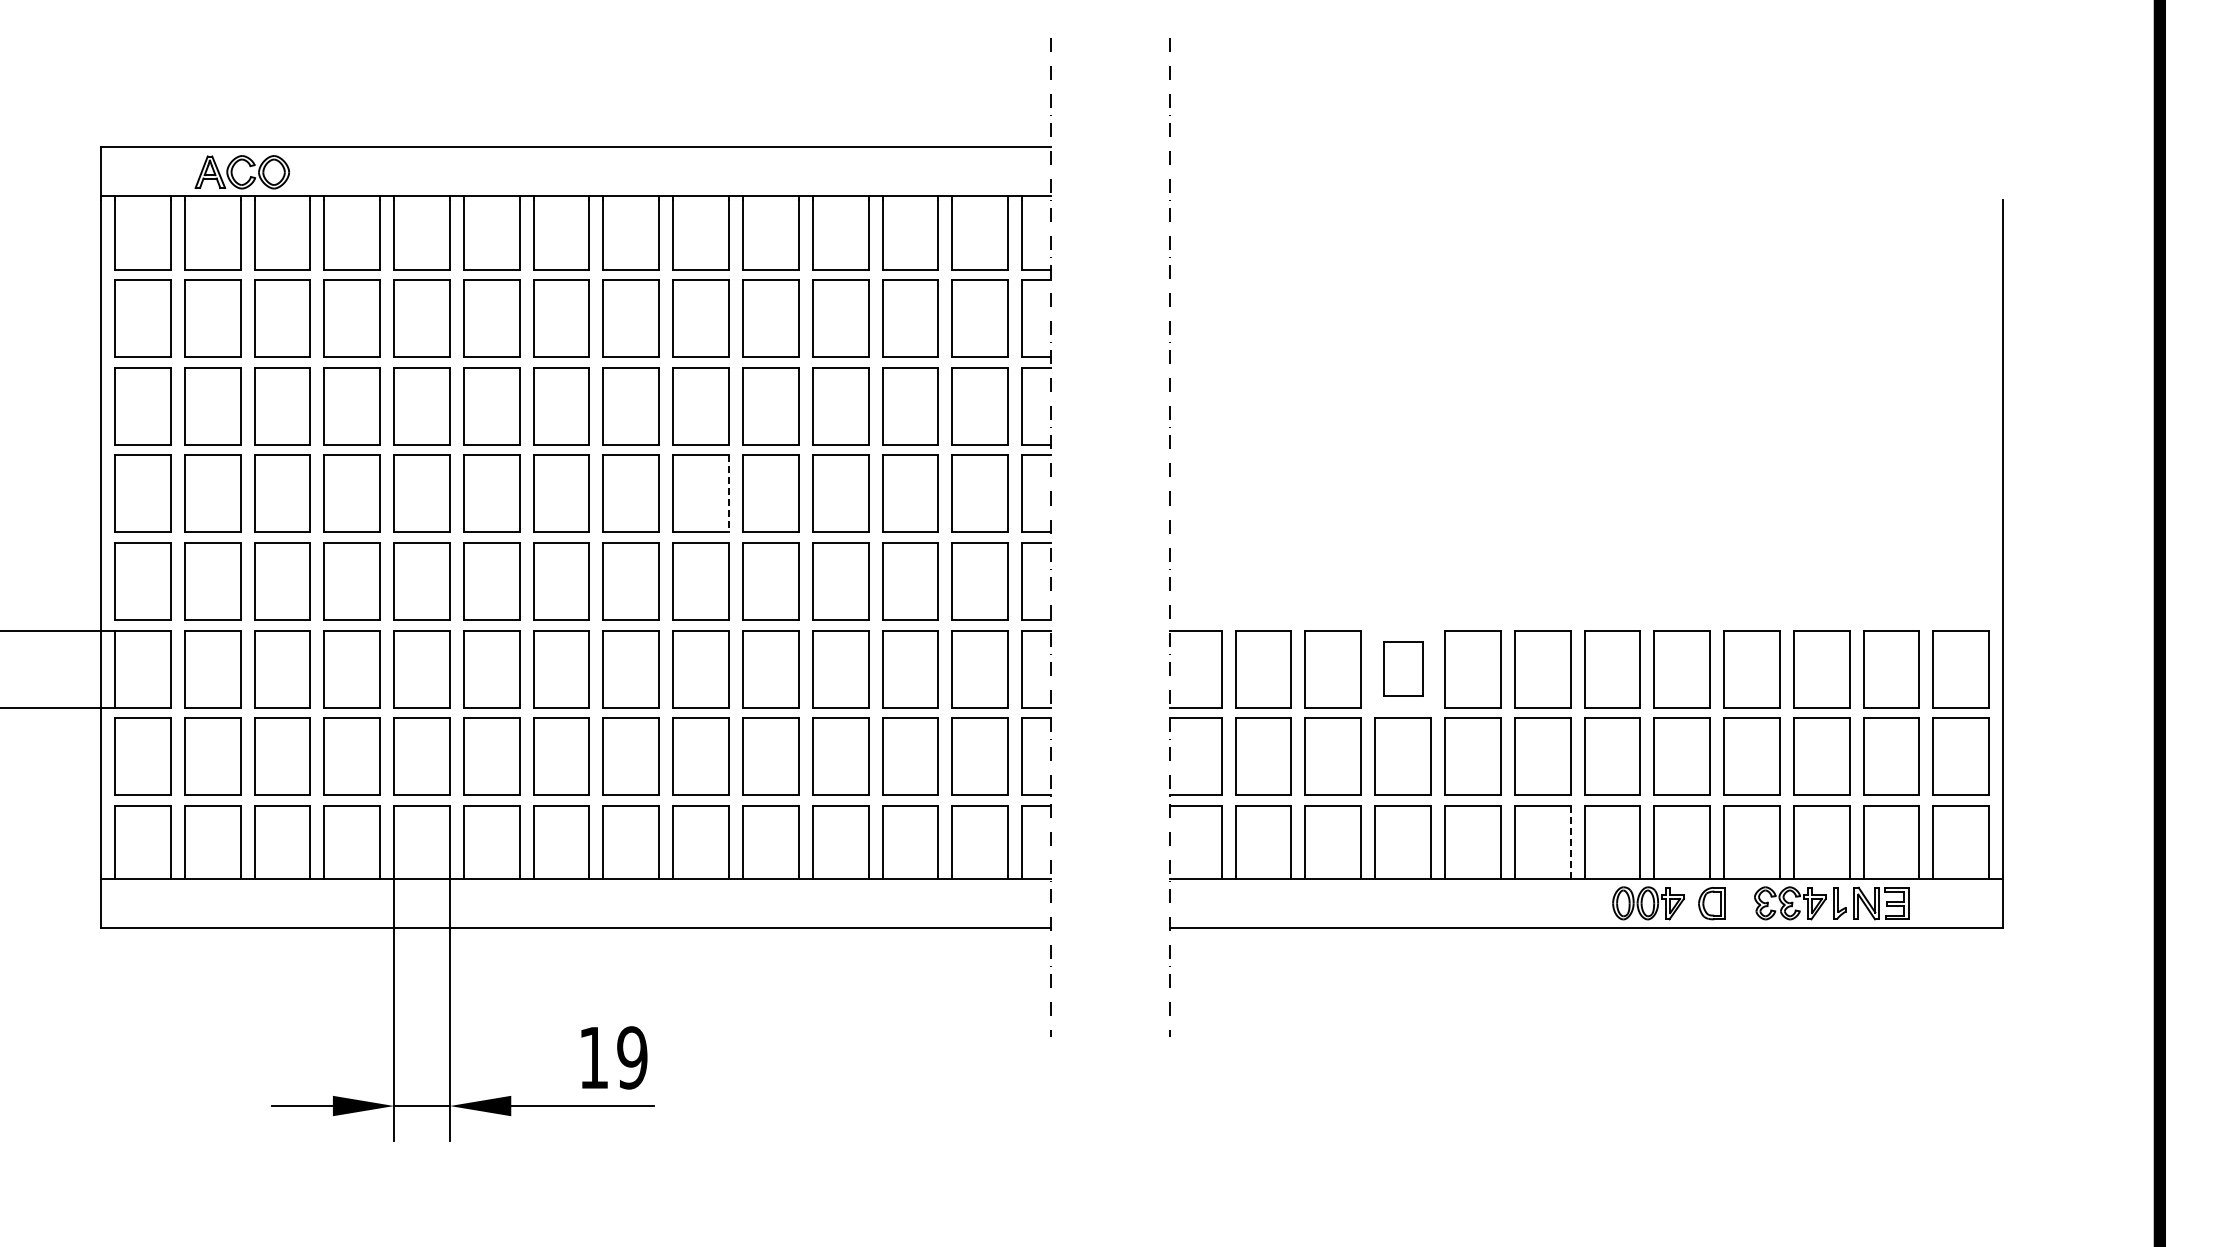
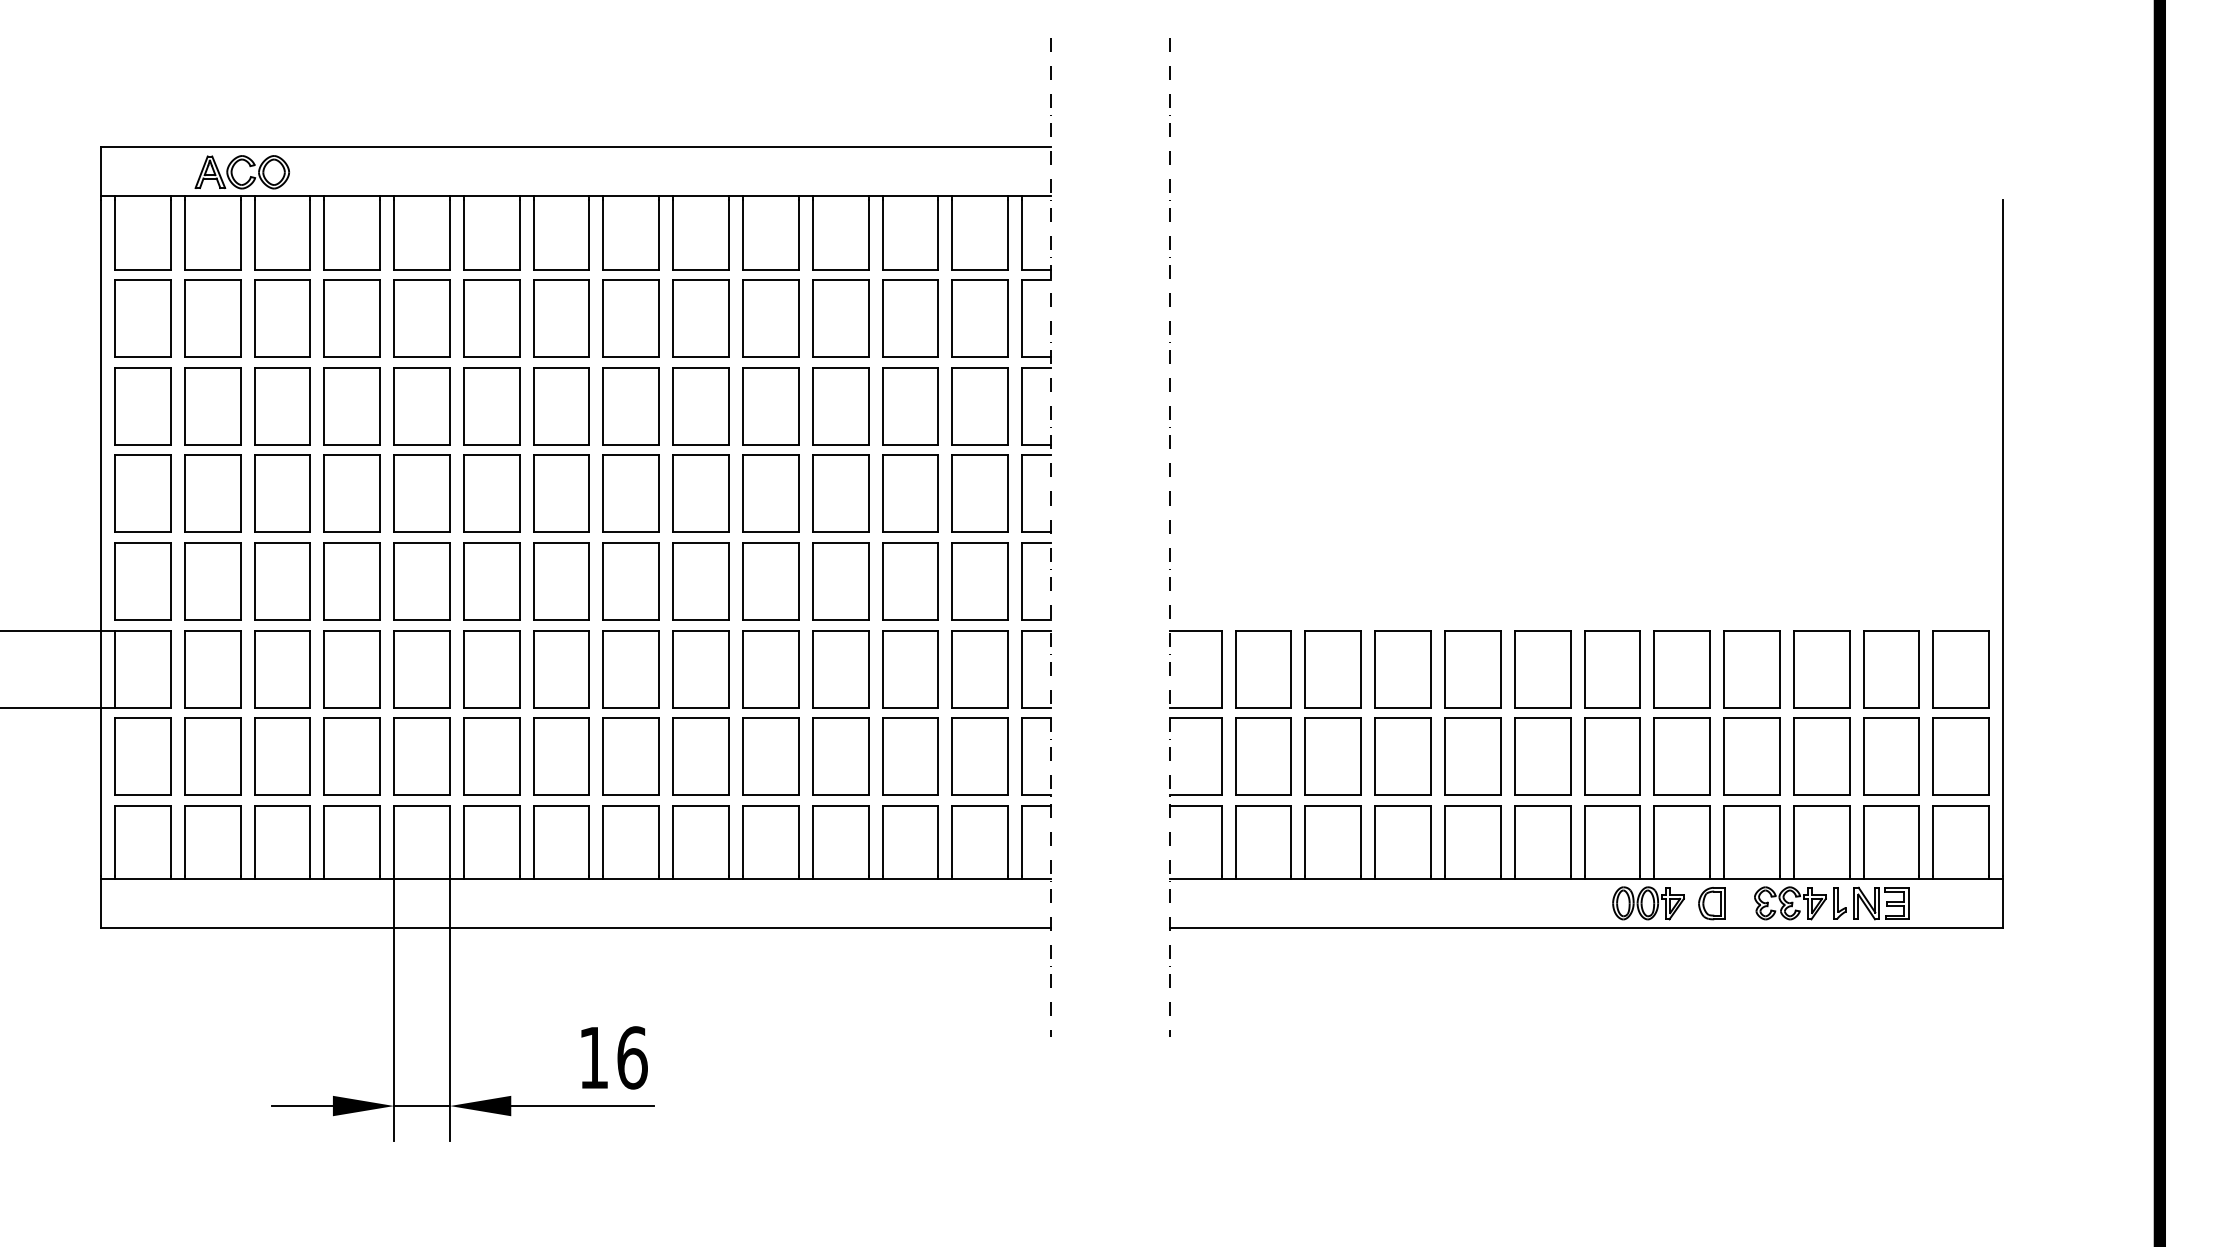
line at (729, 493): dashed -> solid
part at (1403, 668) size: 41x56 px -> 58x79 px
line at (1570, 841): dashed -> solid
text at (632, 1057): 19 -> 16
